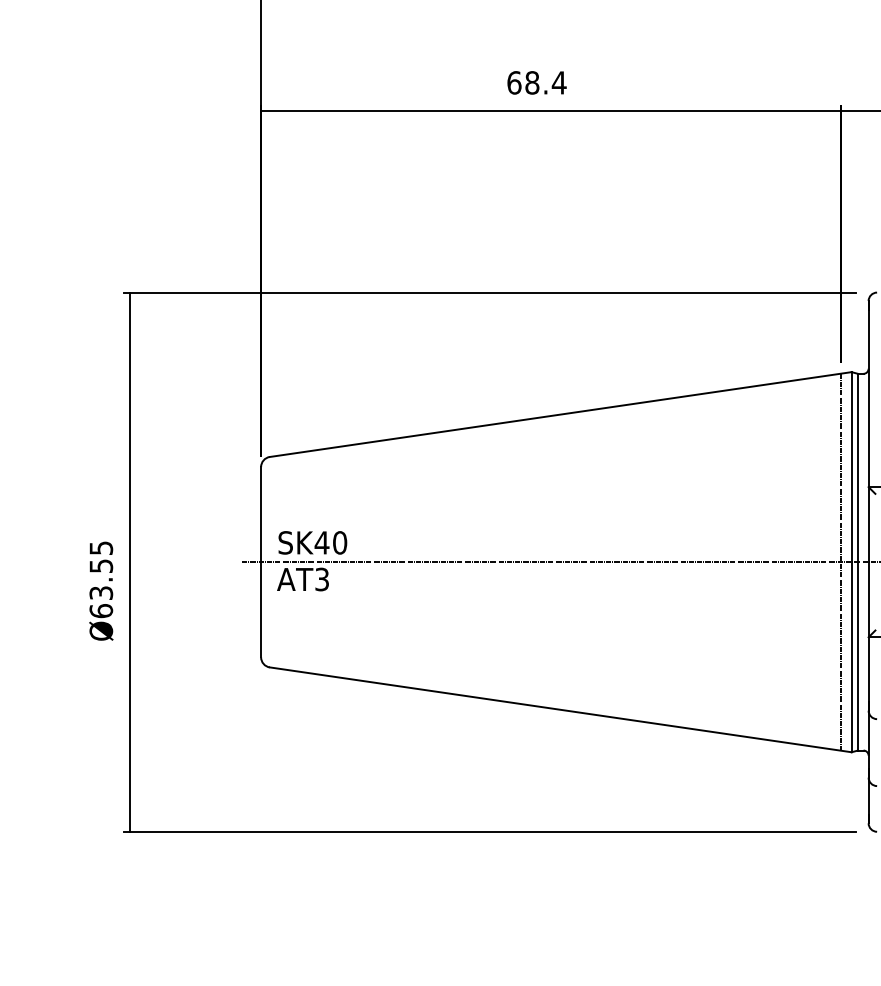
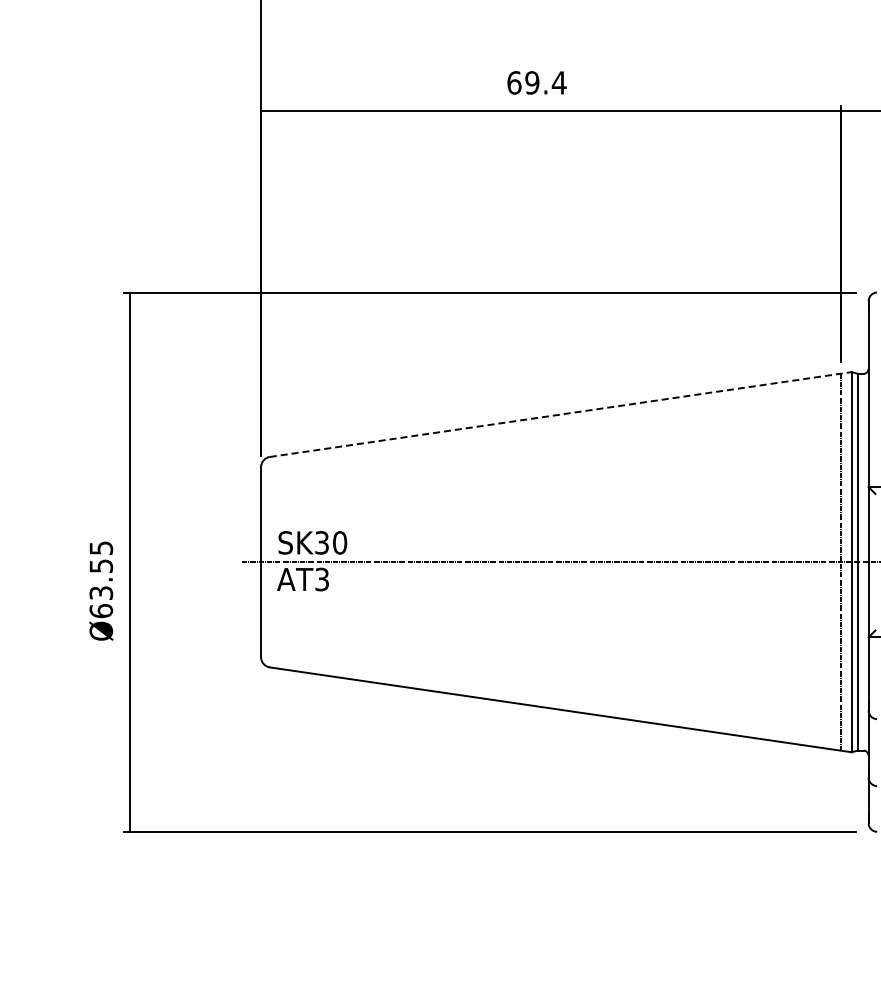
text at (532, 82): 68.4 -> 69.4
line at (560, 414): solid -> dashed
text at (321, 542): SK40 -> SK30
